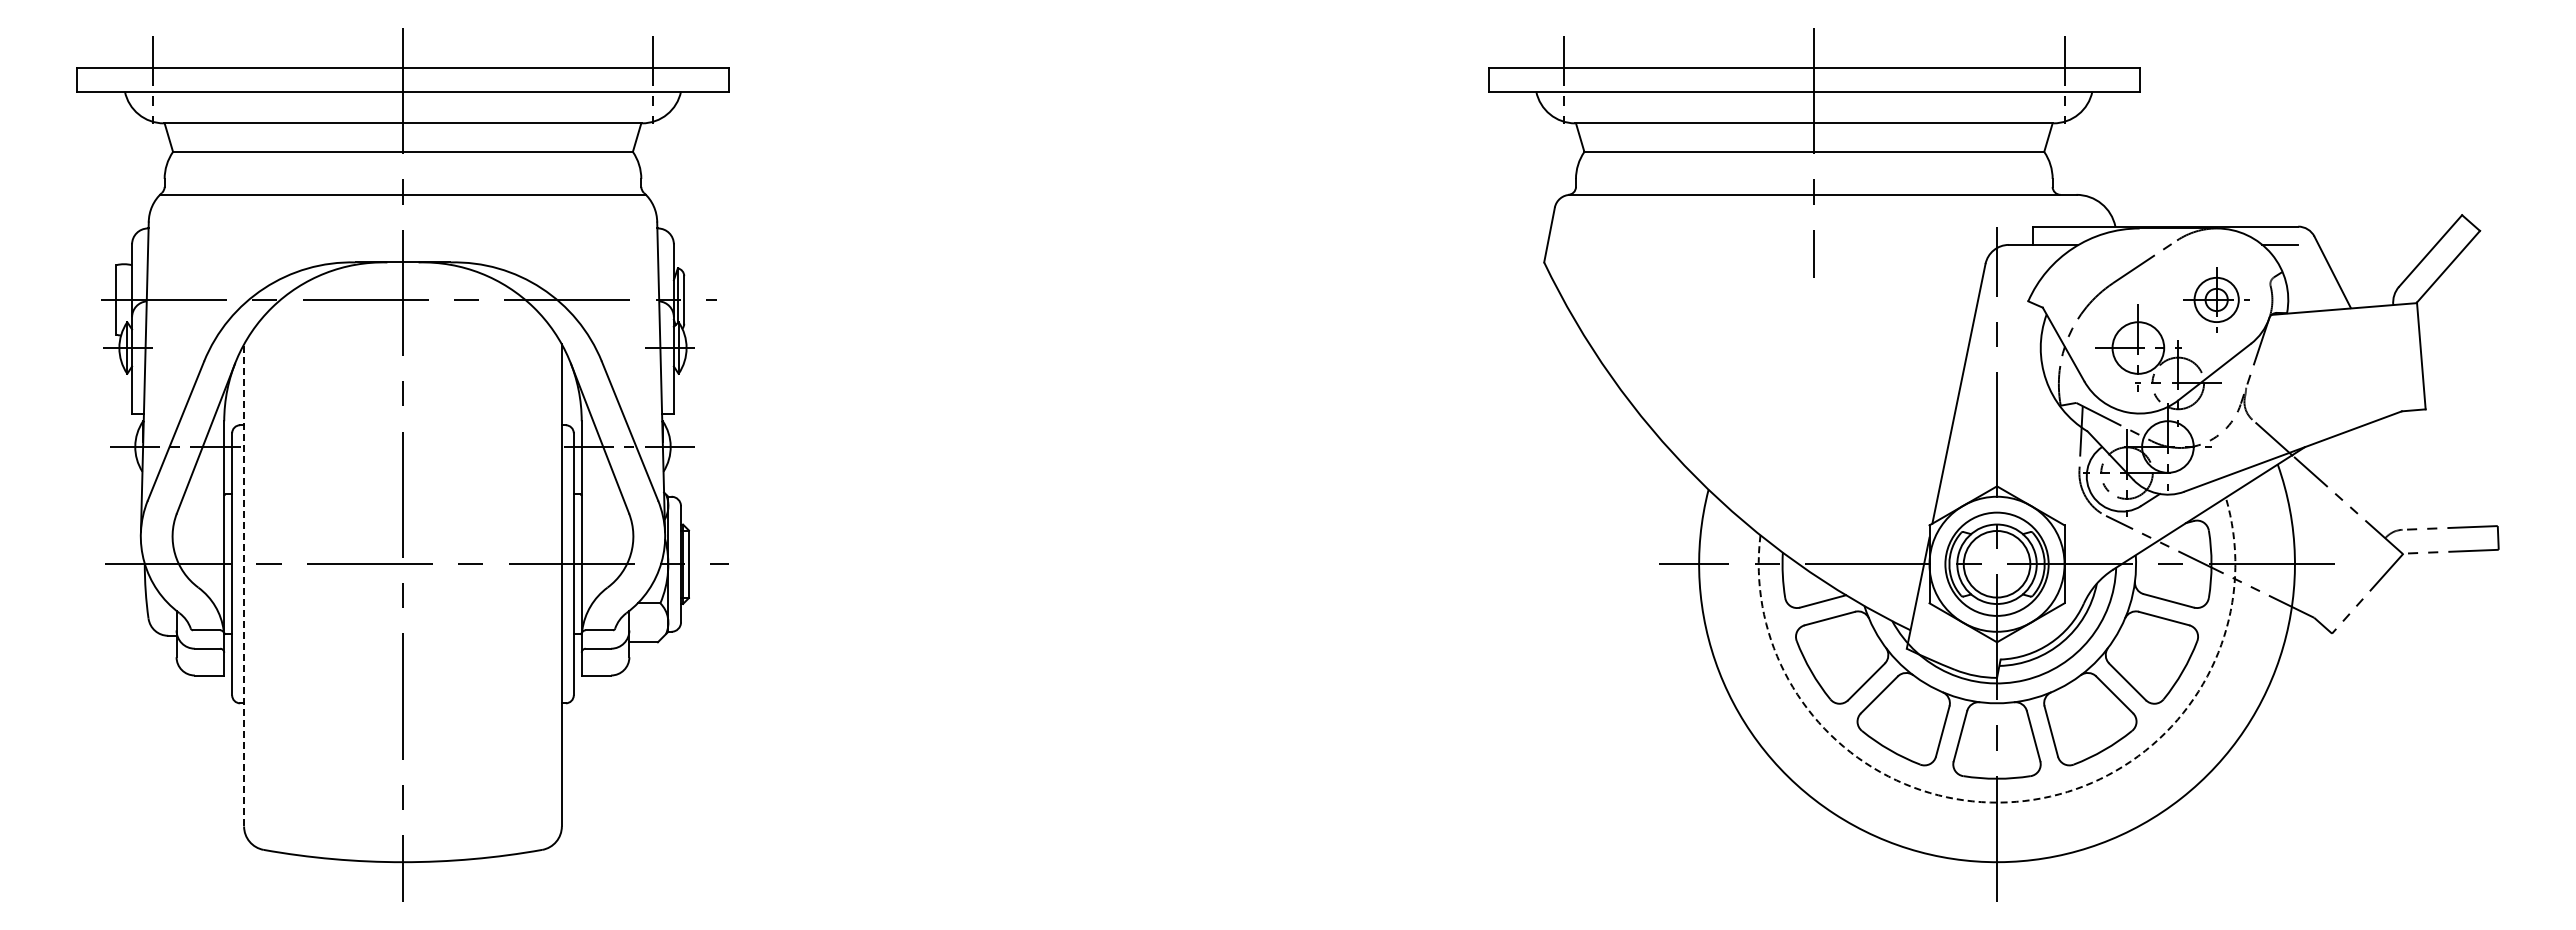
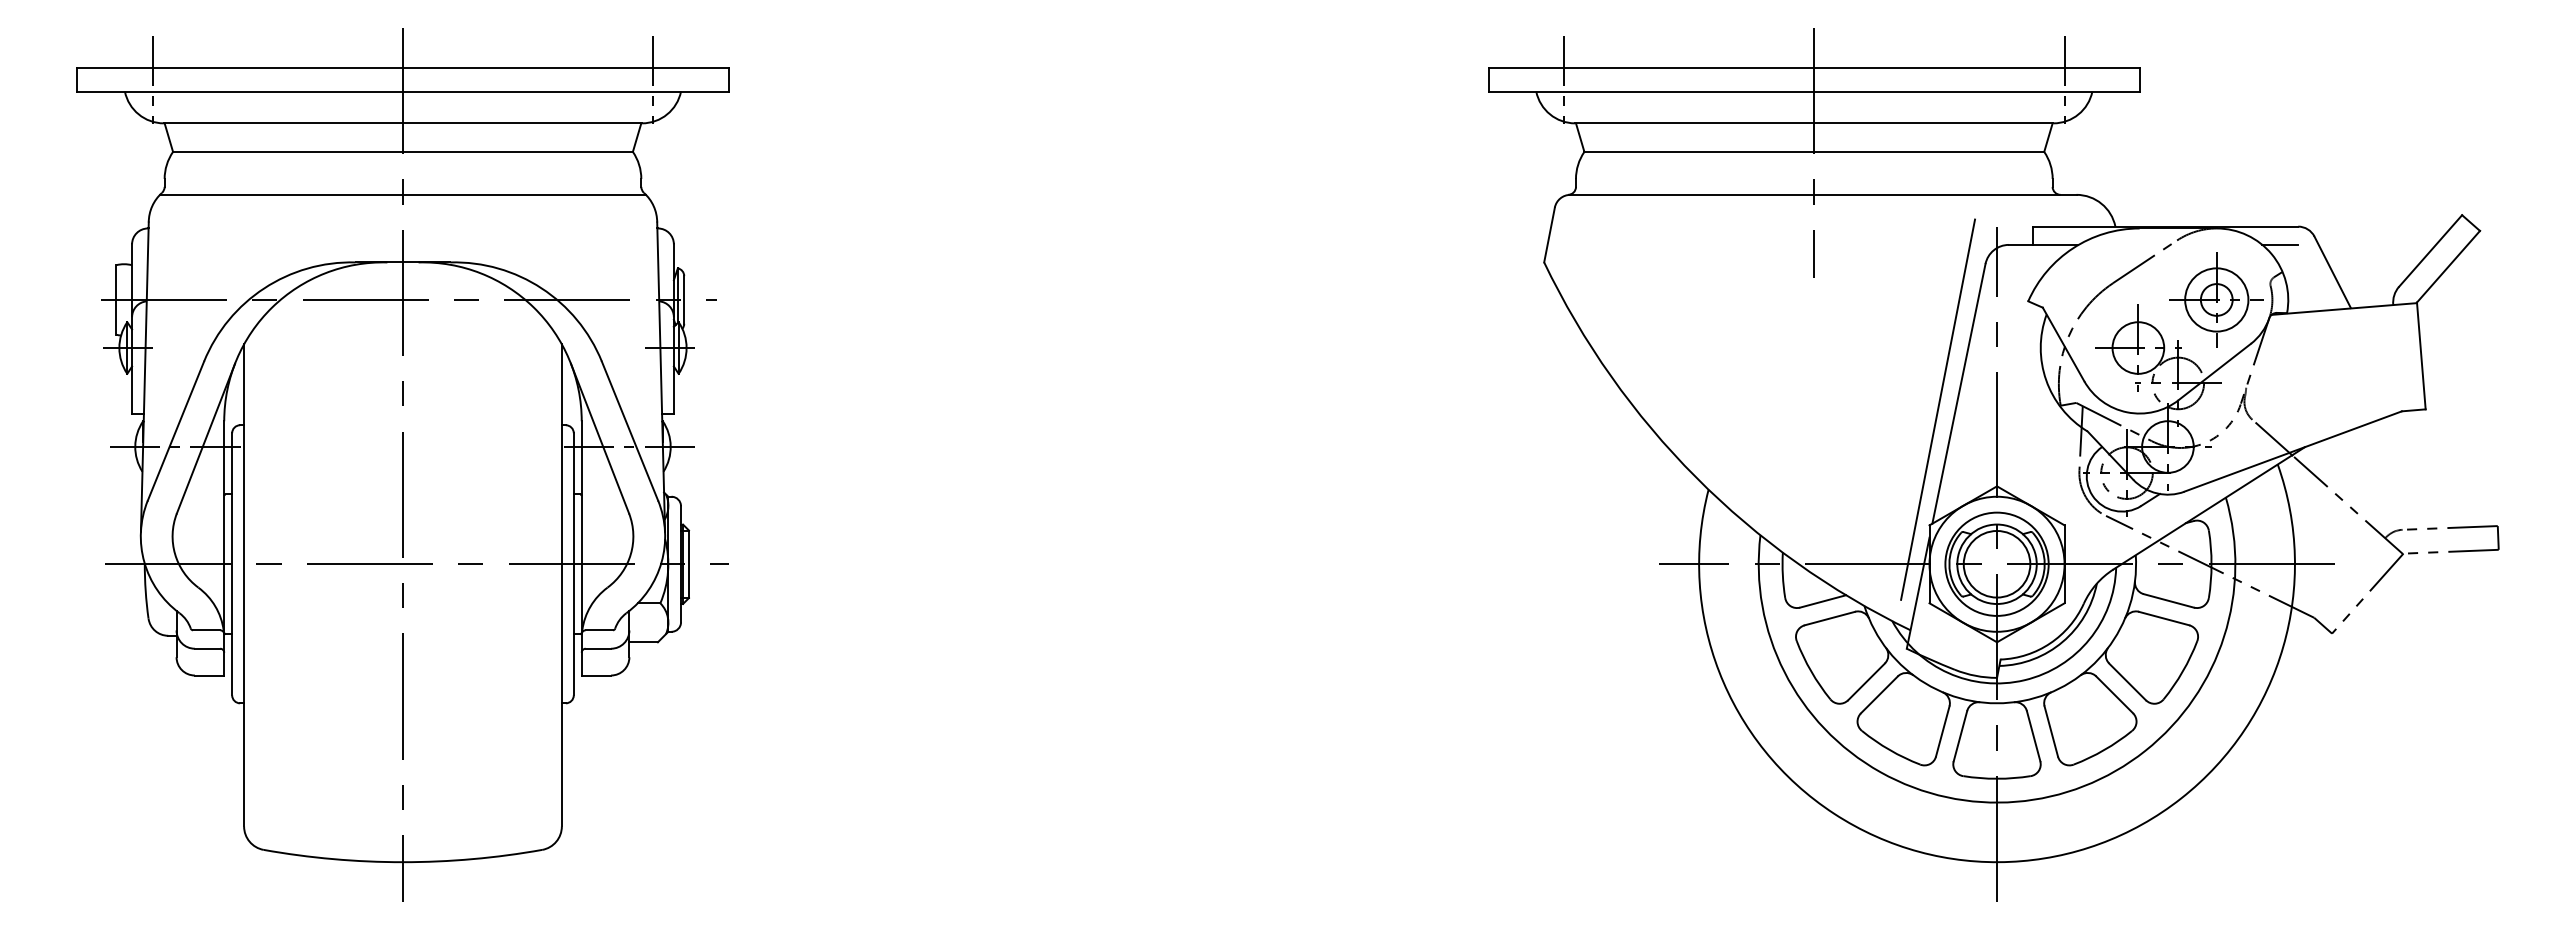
part at (2216, 299) size: 67x66 px -> 95x96 px
line at (1938, 409): none -> present
line at (244, 584): dashed -> solid
arc at (2016, 801): dashed -> solid
